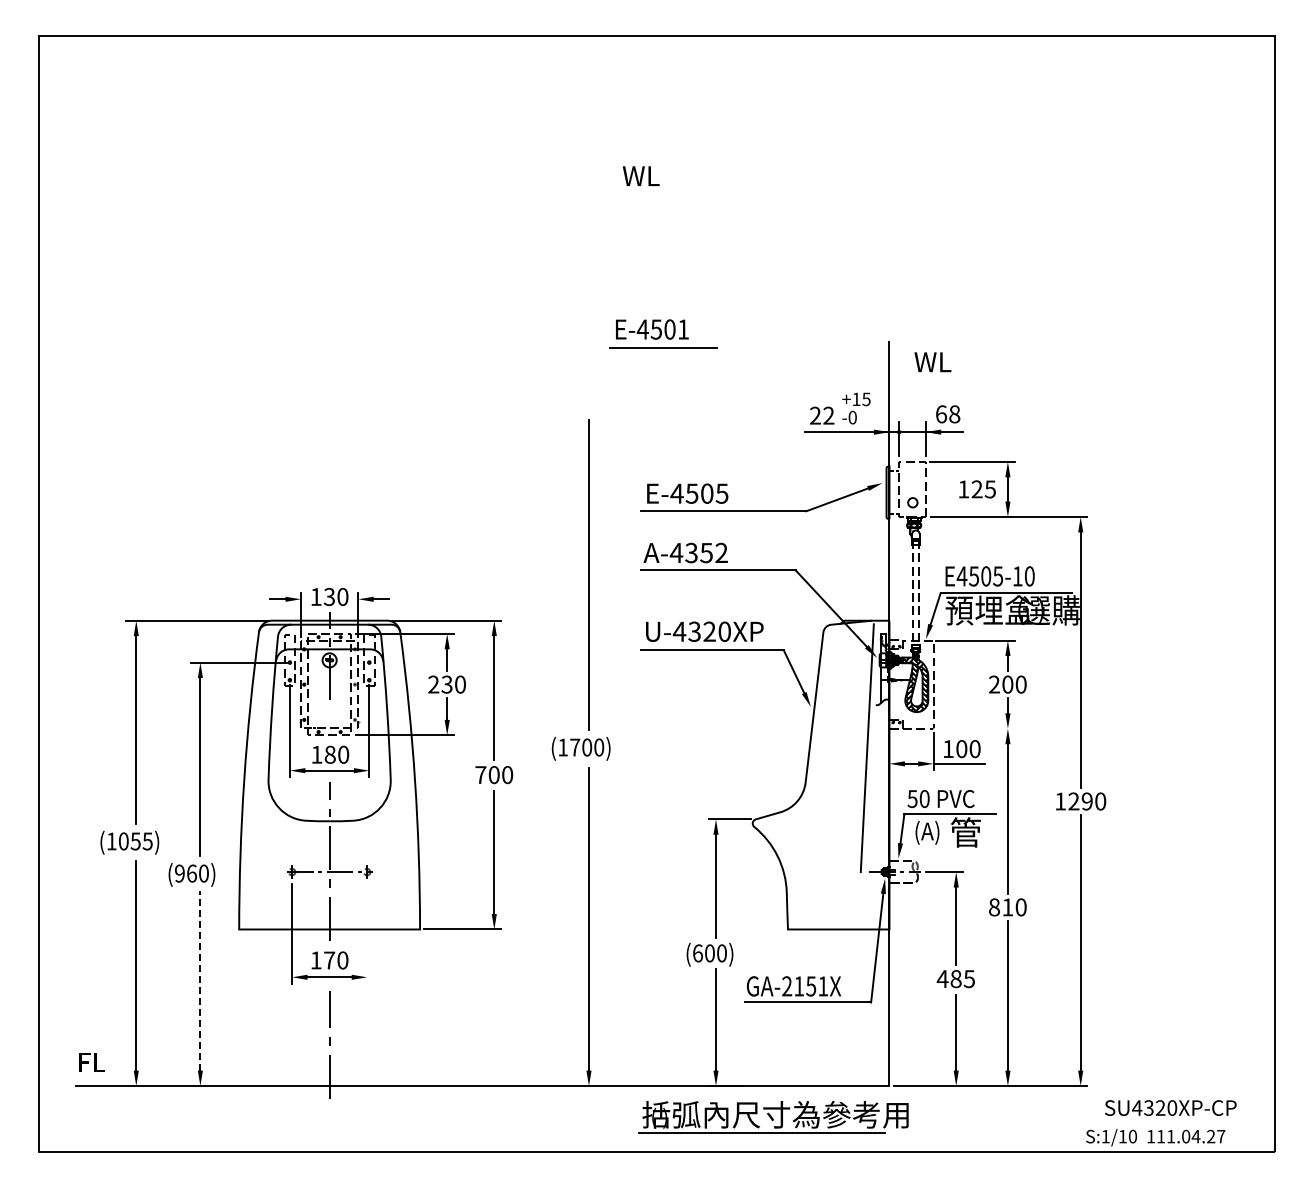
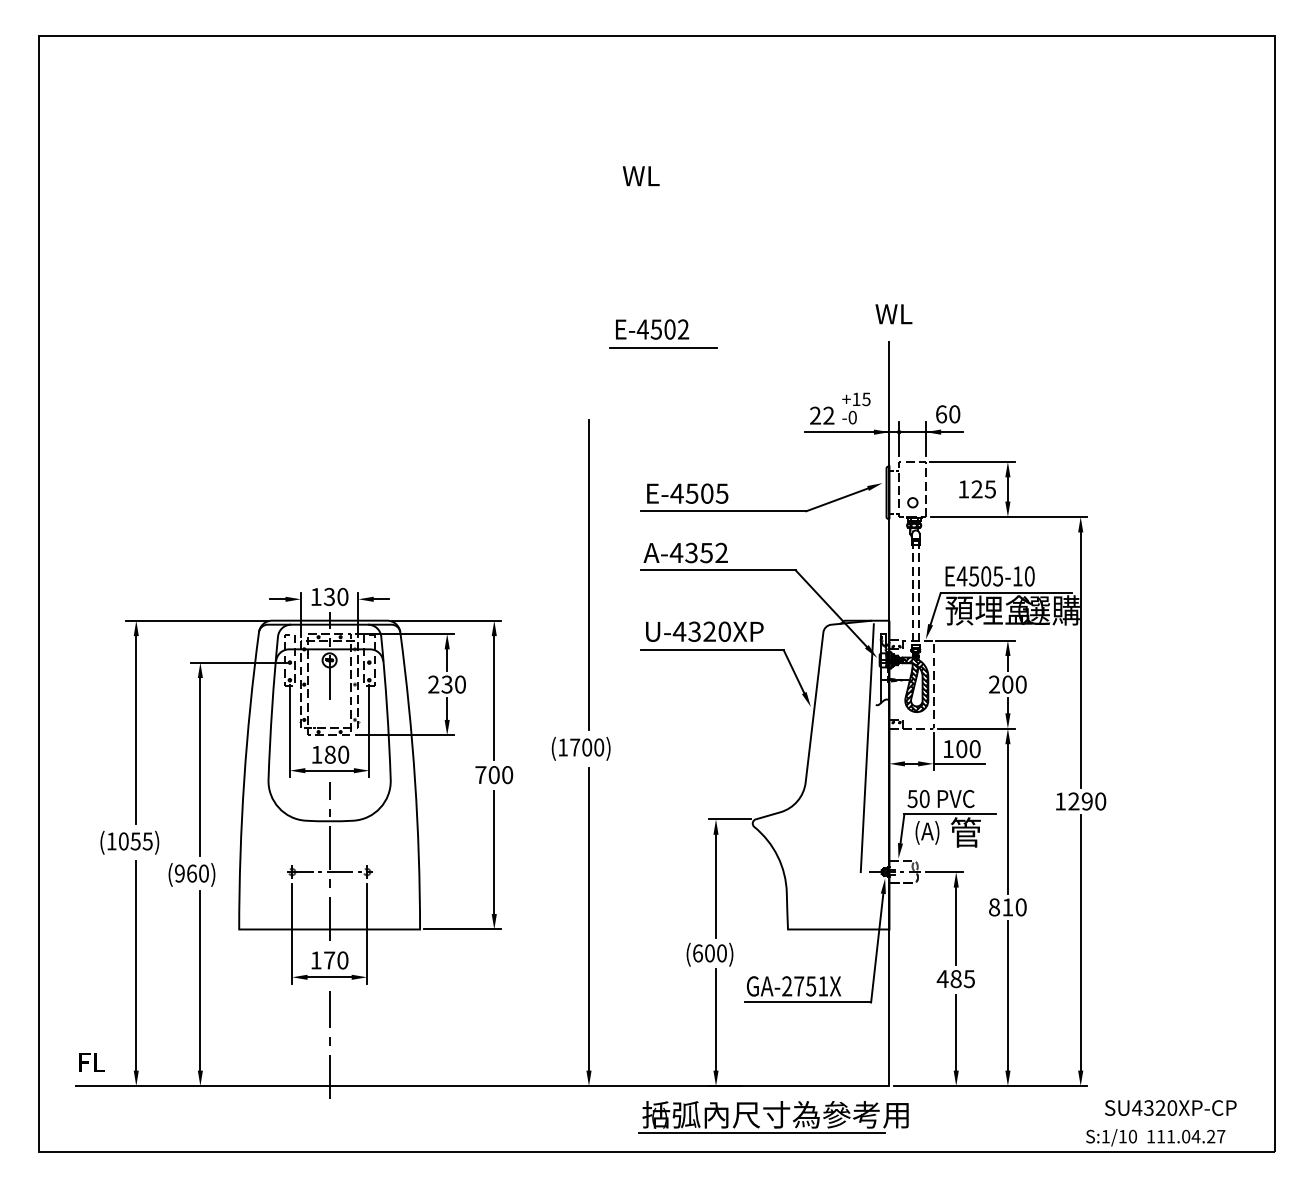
text at (683, 329): E-4501 -> E-4502
text at (932, 362) position: (932, 362) -> (893, 314)
text at (954, 414): 68 -> 60
line at (975, 728): none -> present
line at (367, 933): none -> present
line at (200, 980): dashed -> solid
text at (799, 986): GA-2151X -> GA-2751X
